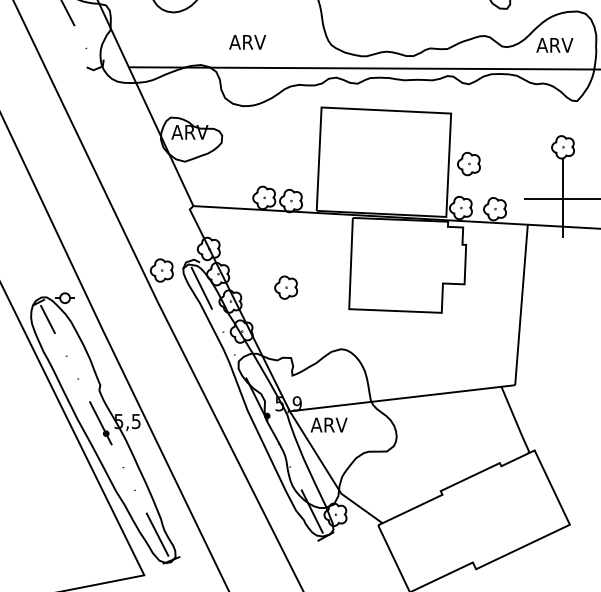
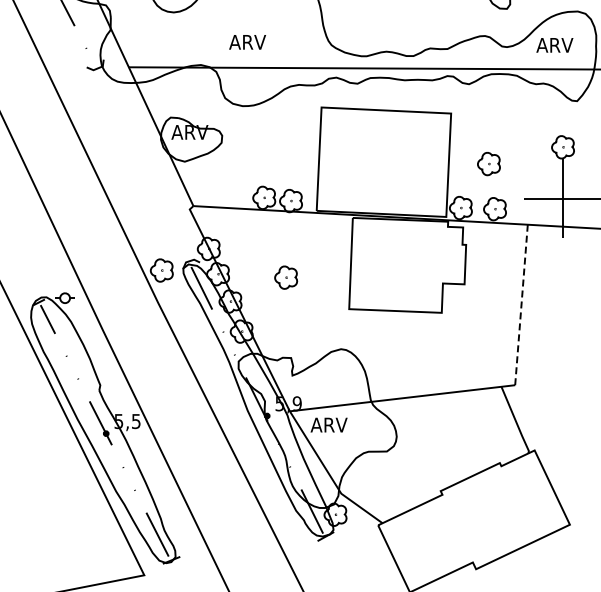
part at (468, 164) position: (468, 164) -> (488, 164)
part at (286, 287) position: (286, 287) -> (286, 277)
line at (521, 304): solid -> dashed
